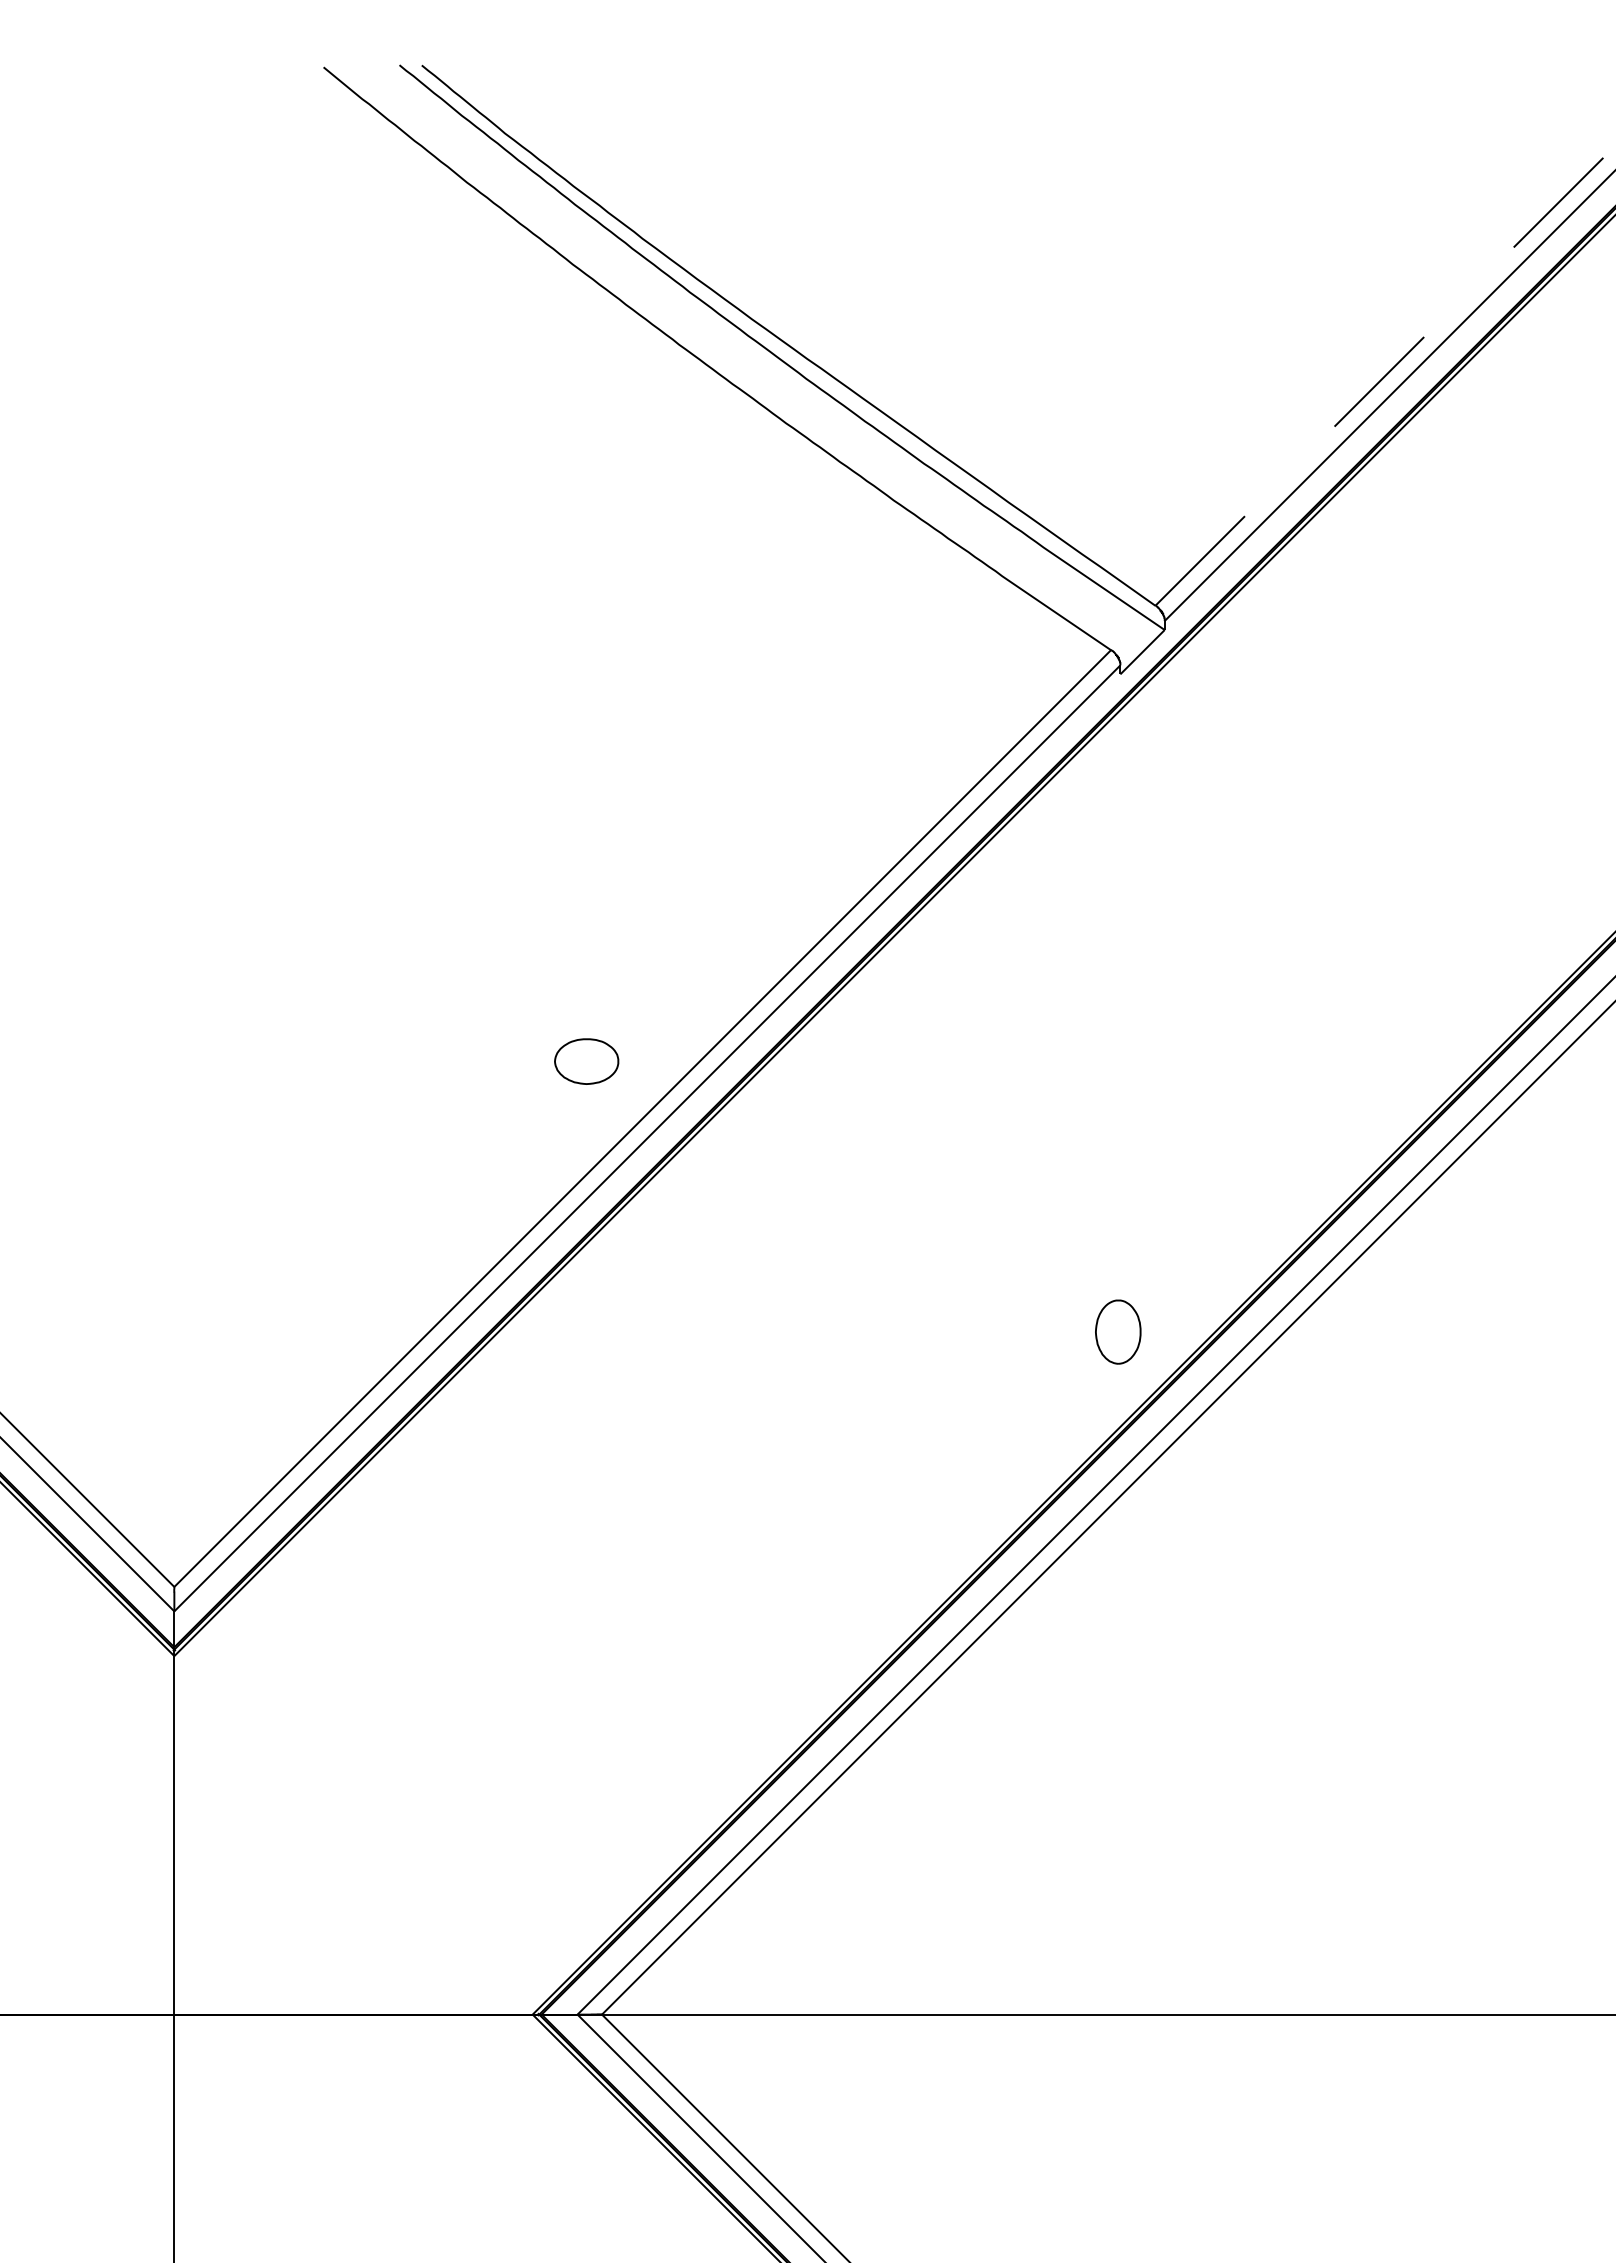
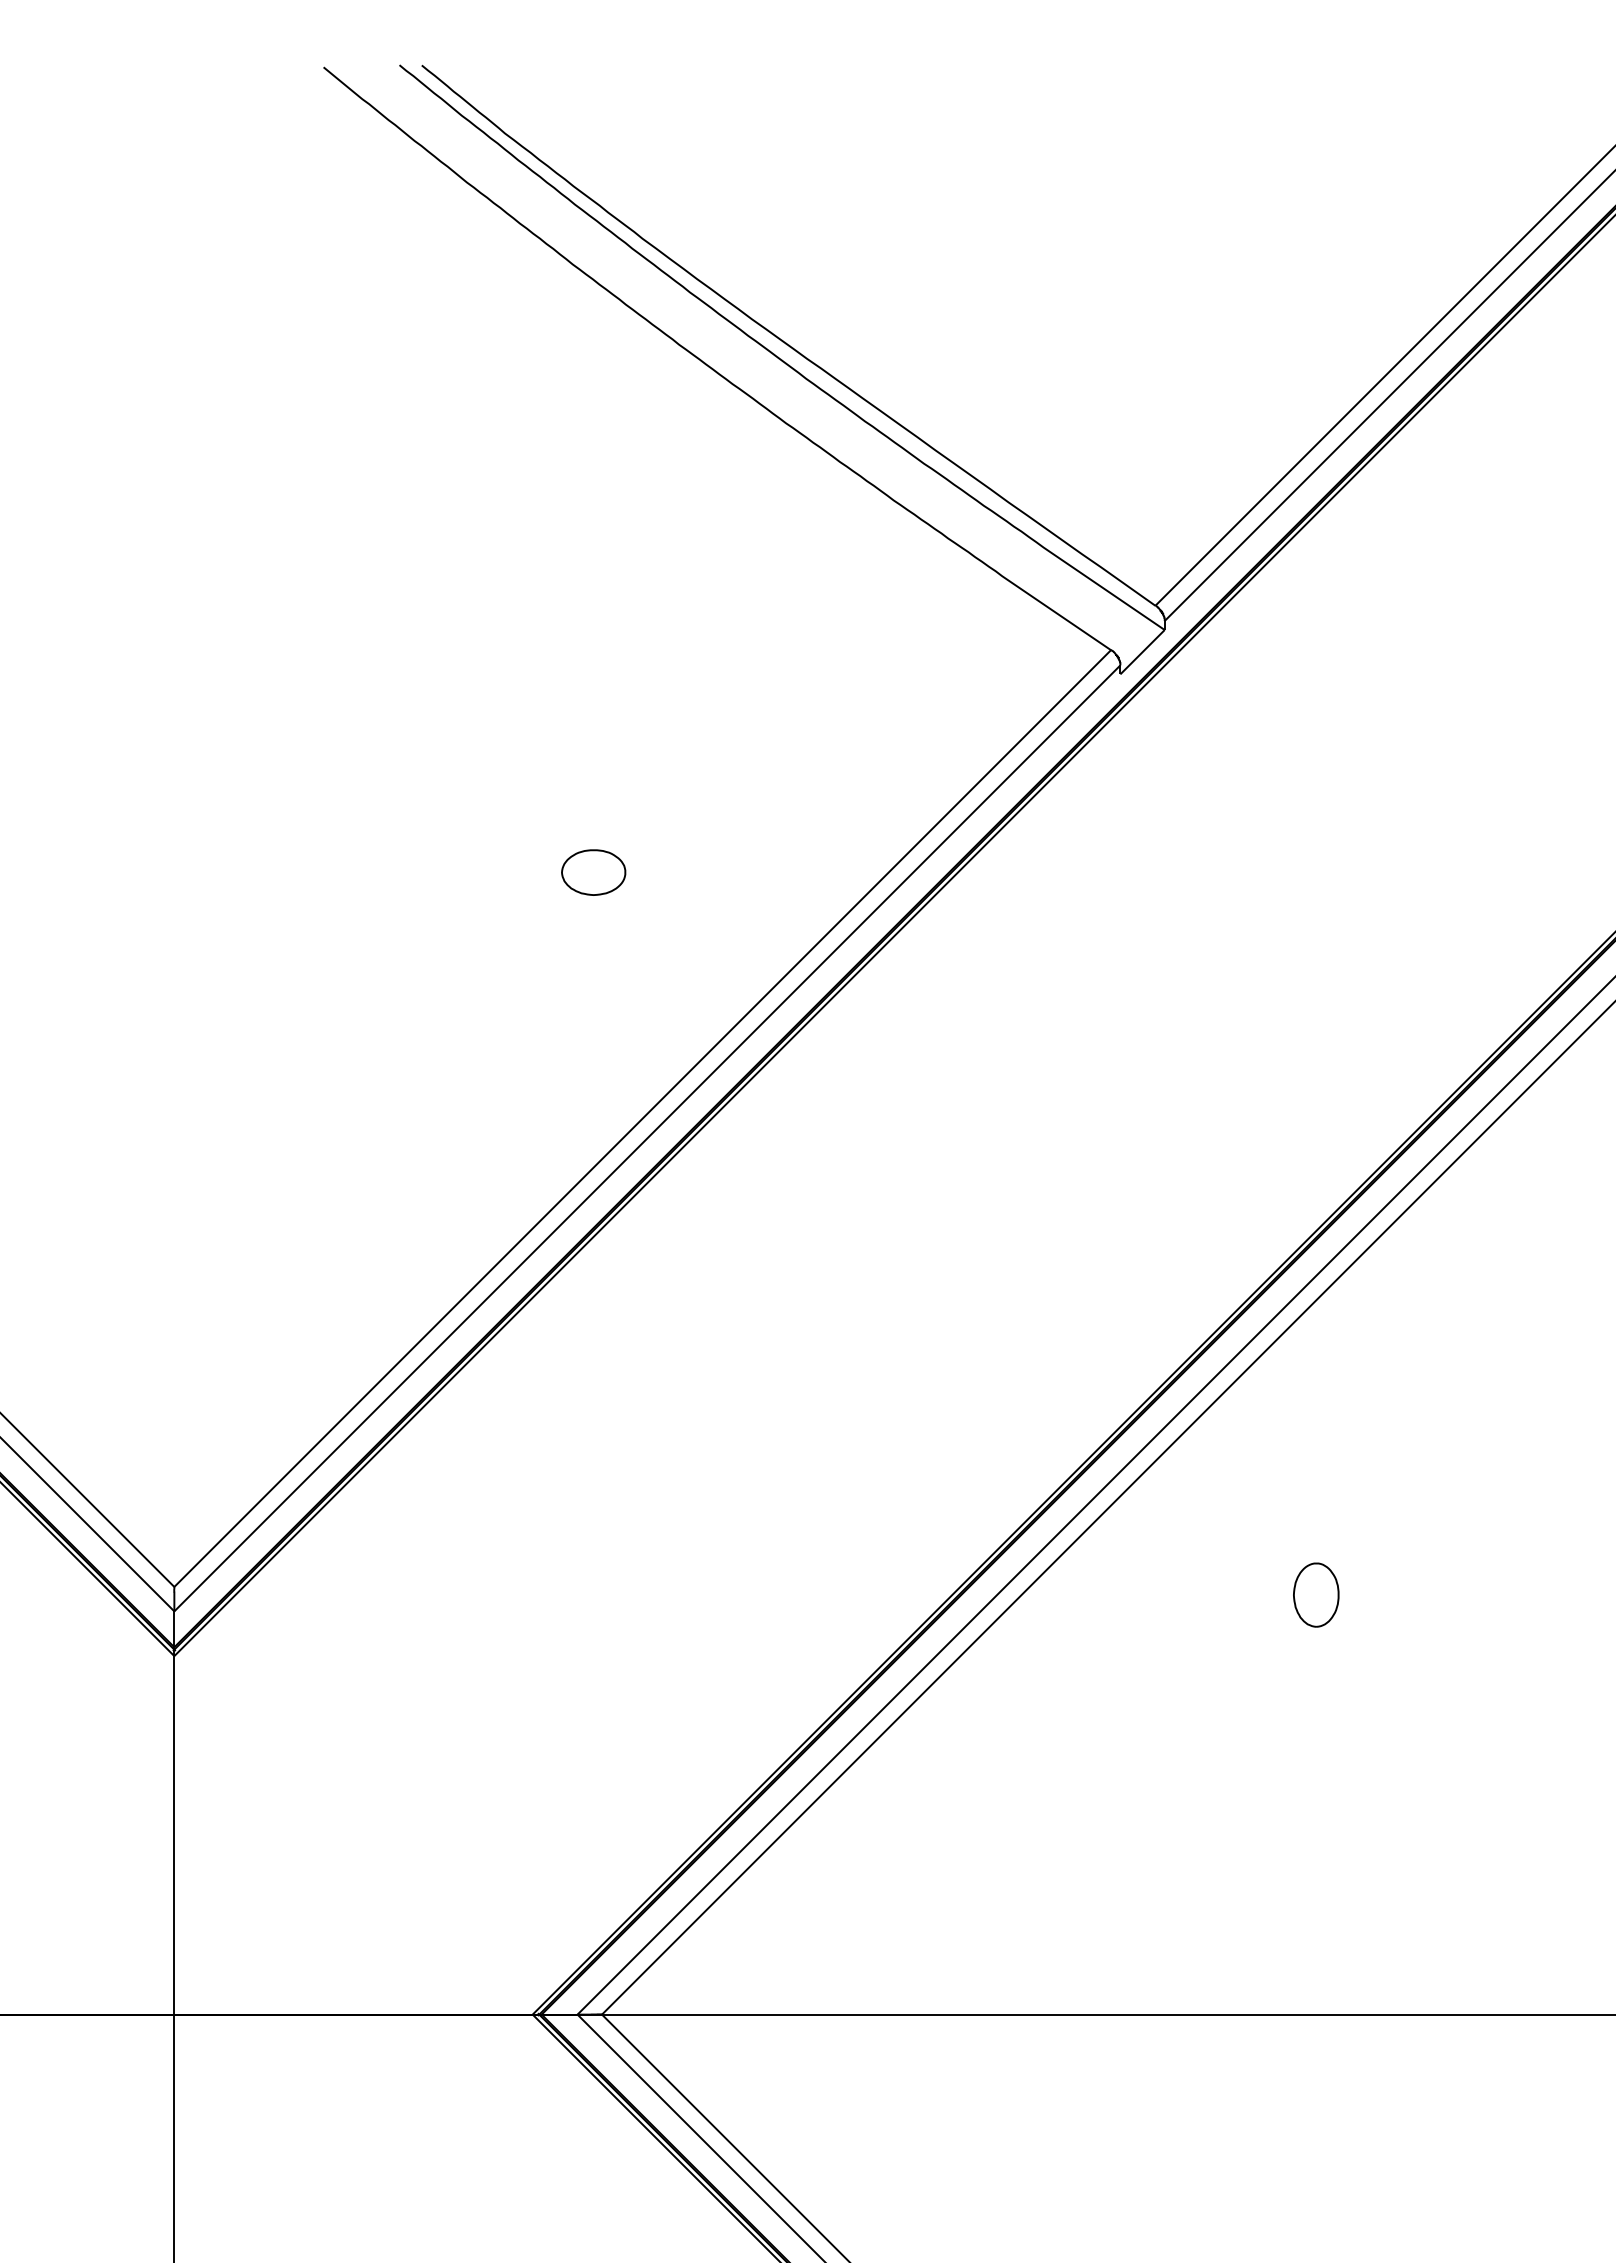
line at (1385, 375): dashed -> solid
part at (586, 1061) position: (586, 1061) -> (593, 872)
part at (1118, 1331) position: (1118, 1331) -> (1316, 1594)
